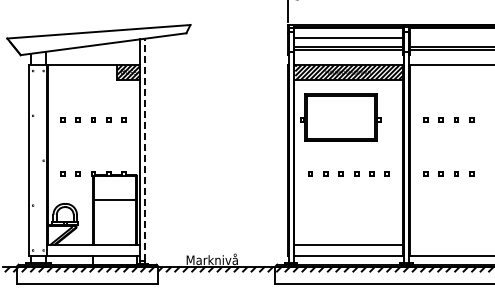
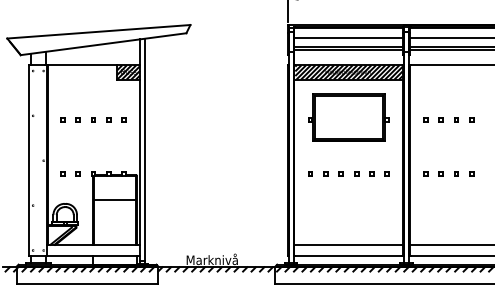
line at (450, 37): none -> present
part at (340, 117) position: (340, 117) -> (348, 117)
line at (144, 149): dashed -> solid
line at (450, 244): none -> present
